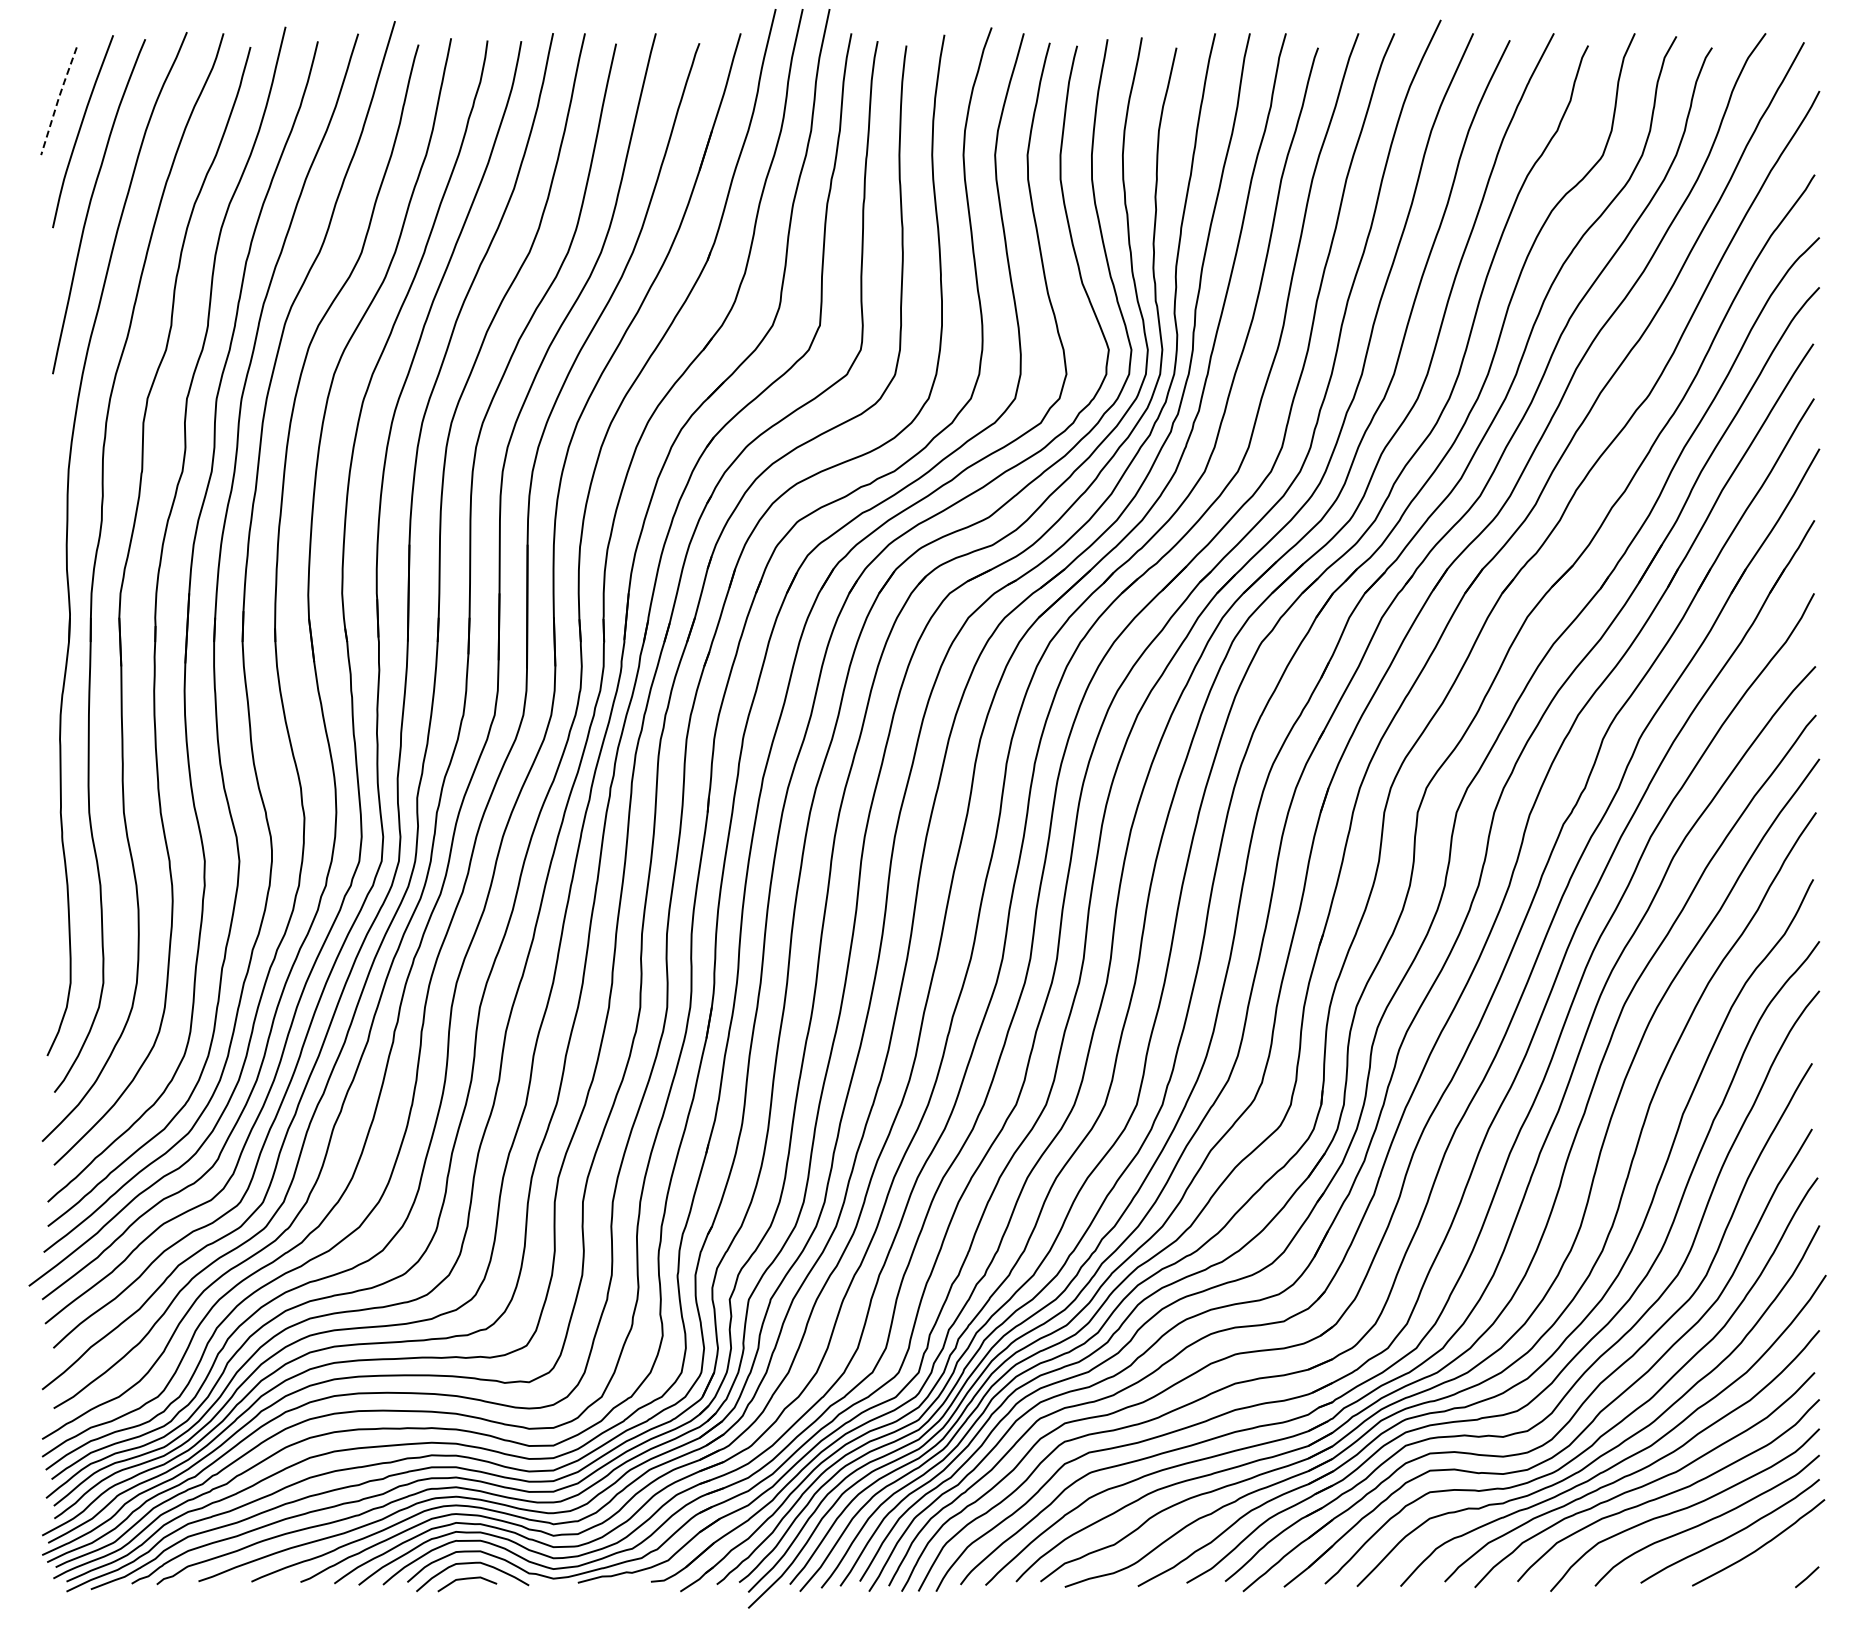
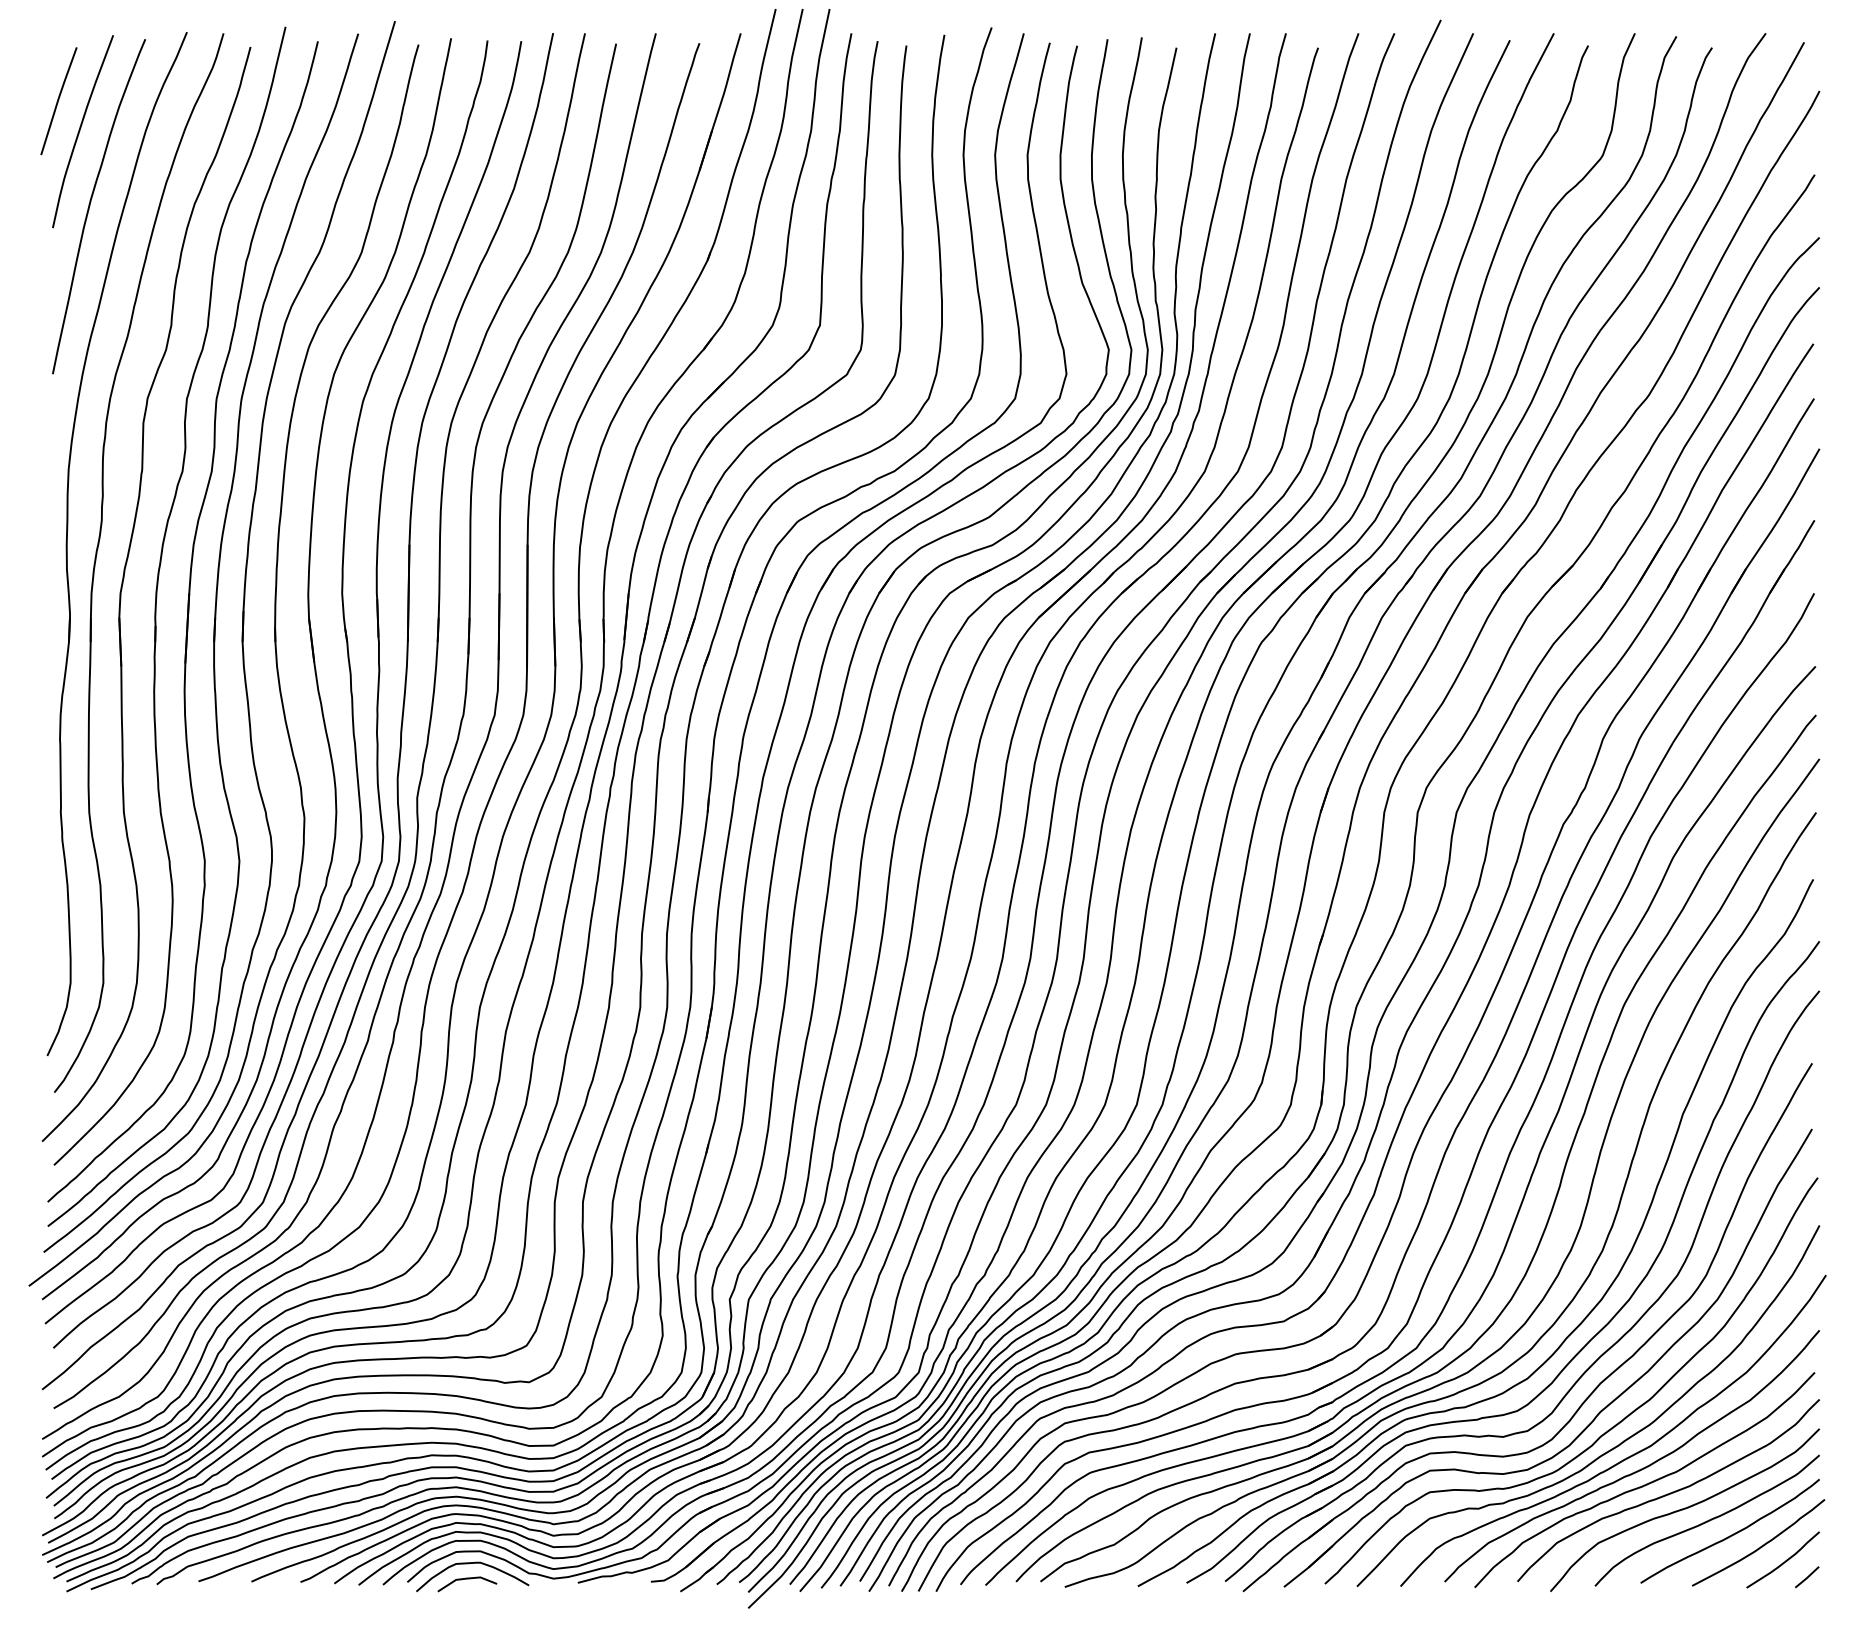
line at (58, 100): dashed -> solid
curve at (1784, 1561): none -> present
